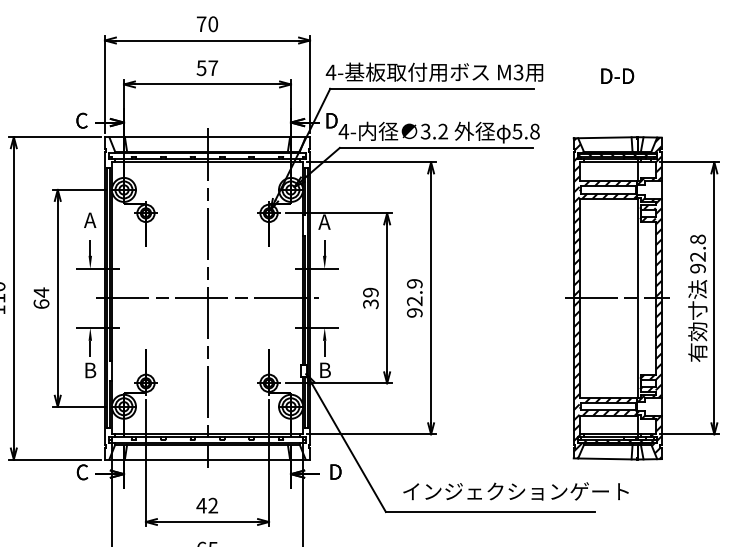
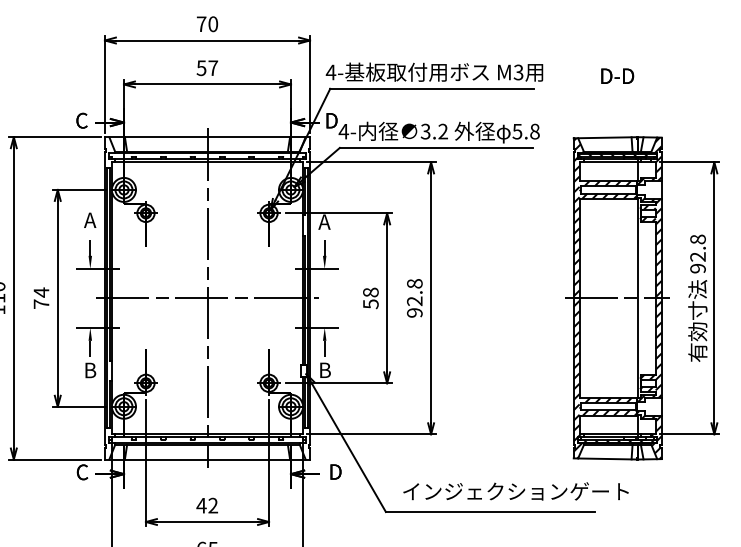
text at (414, 283): 92.9 -> 92.8
text at (370, 297): 39 -> 58
text at (41, 303): 64 -> 74
